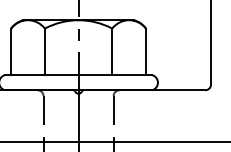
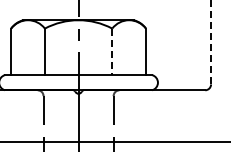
line at (211, 42): solid -> dashed
line at (112, 52): solid -> dashed
